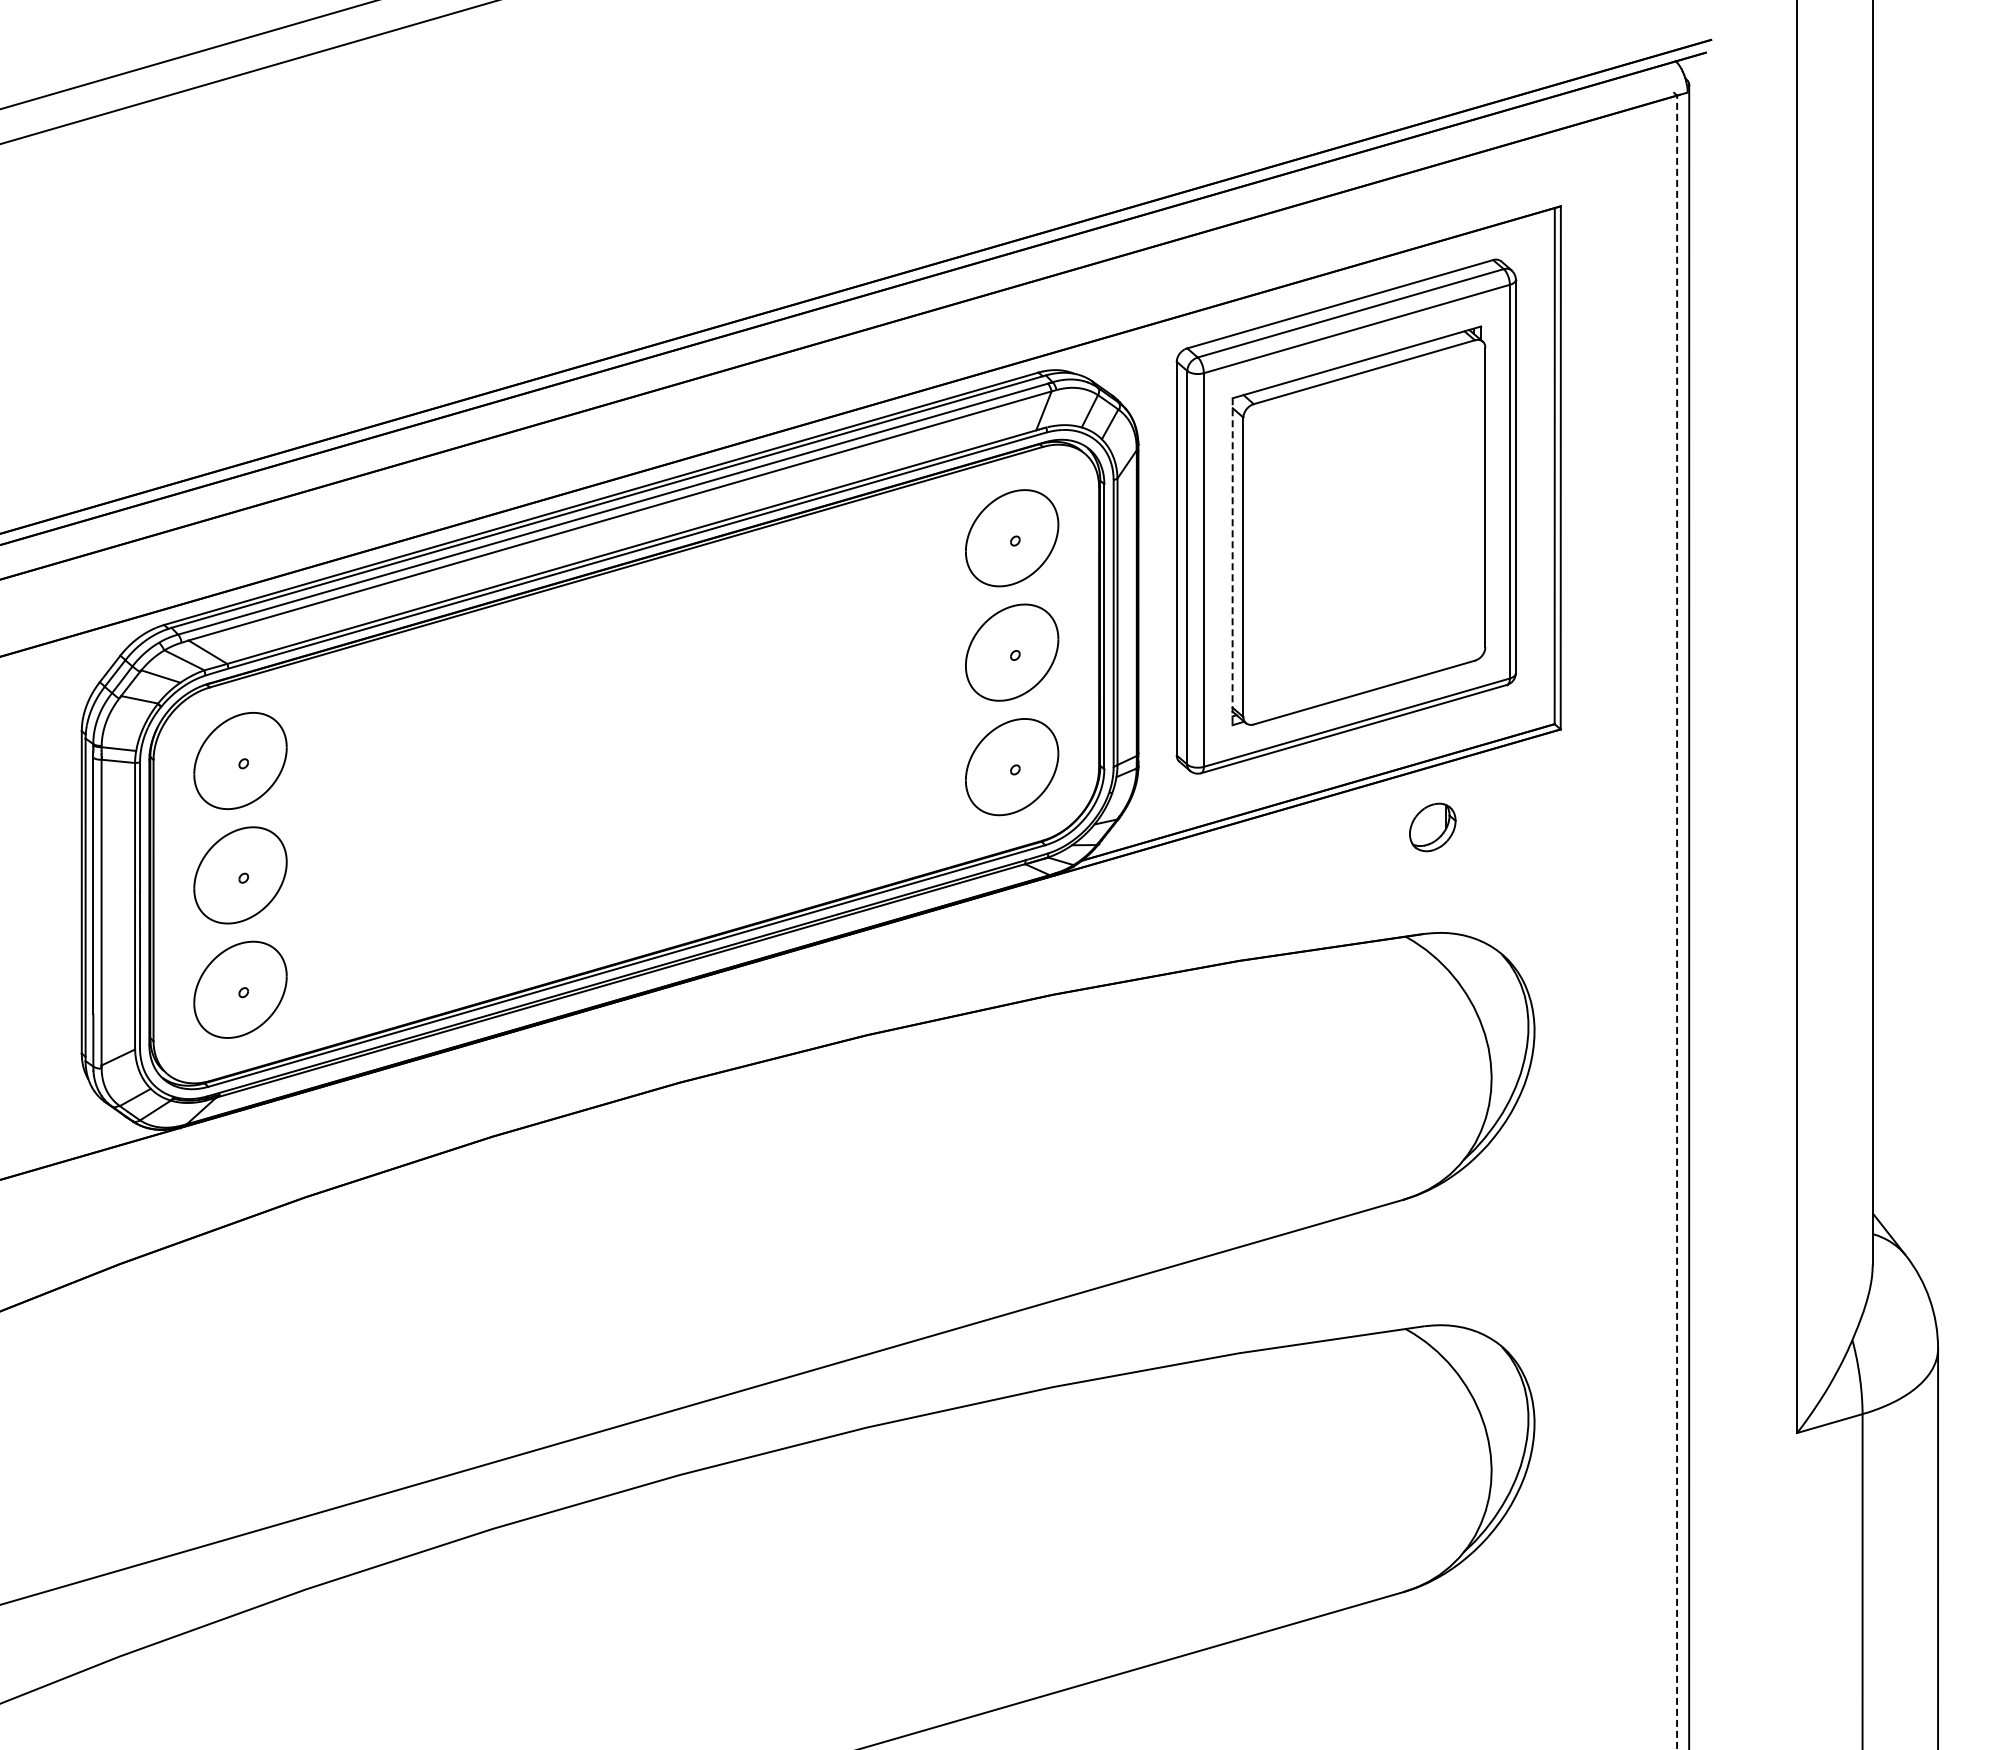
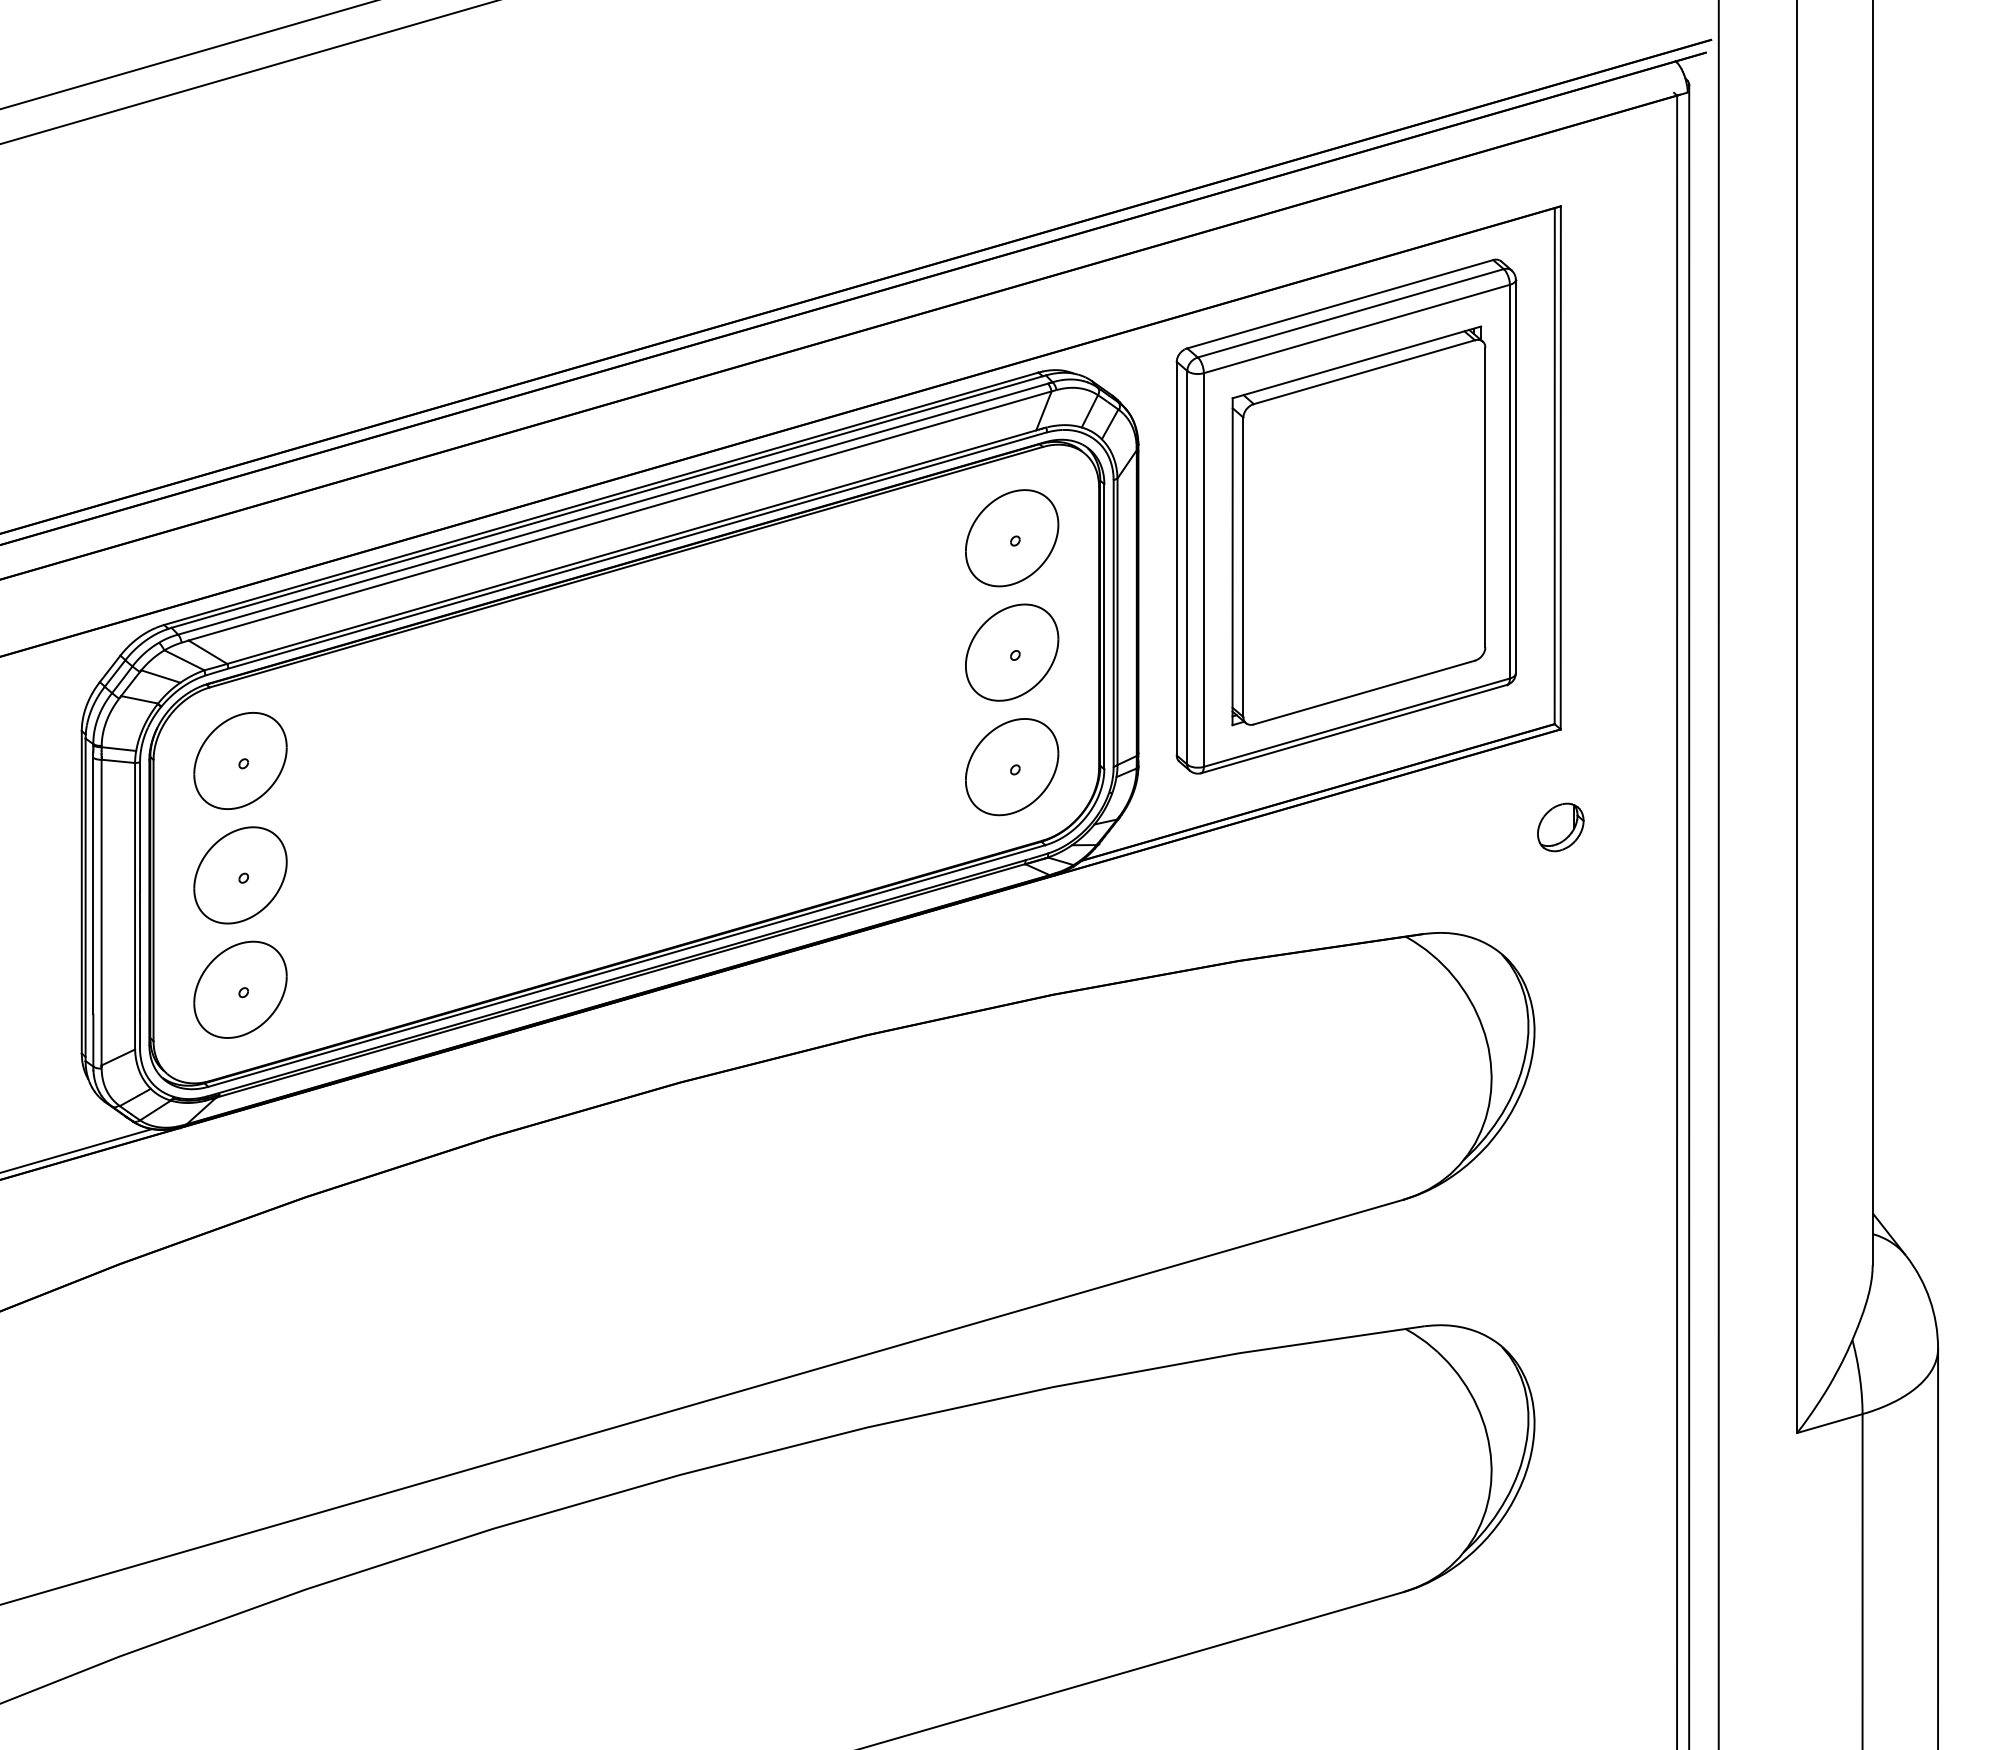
line at (1232, 562): dashed -> solid
part at (1432, 827) position: (1432, 827) -> (1560, 827)
line at (1718, 874): none -> present
line at (1677, 922): dashed -> solid
line at (76, 1150): none -> present
